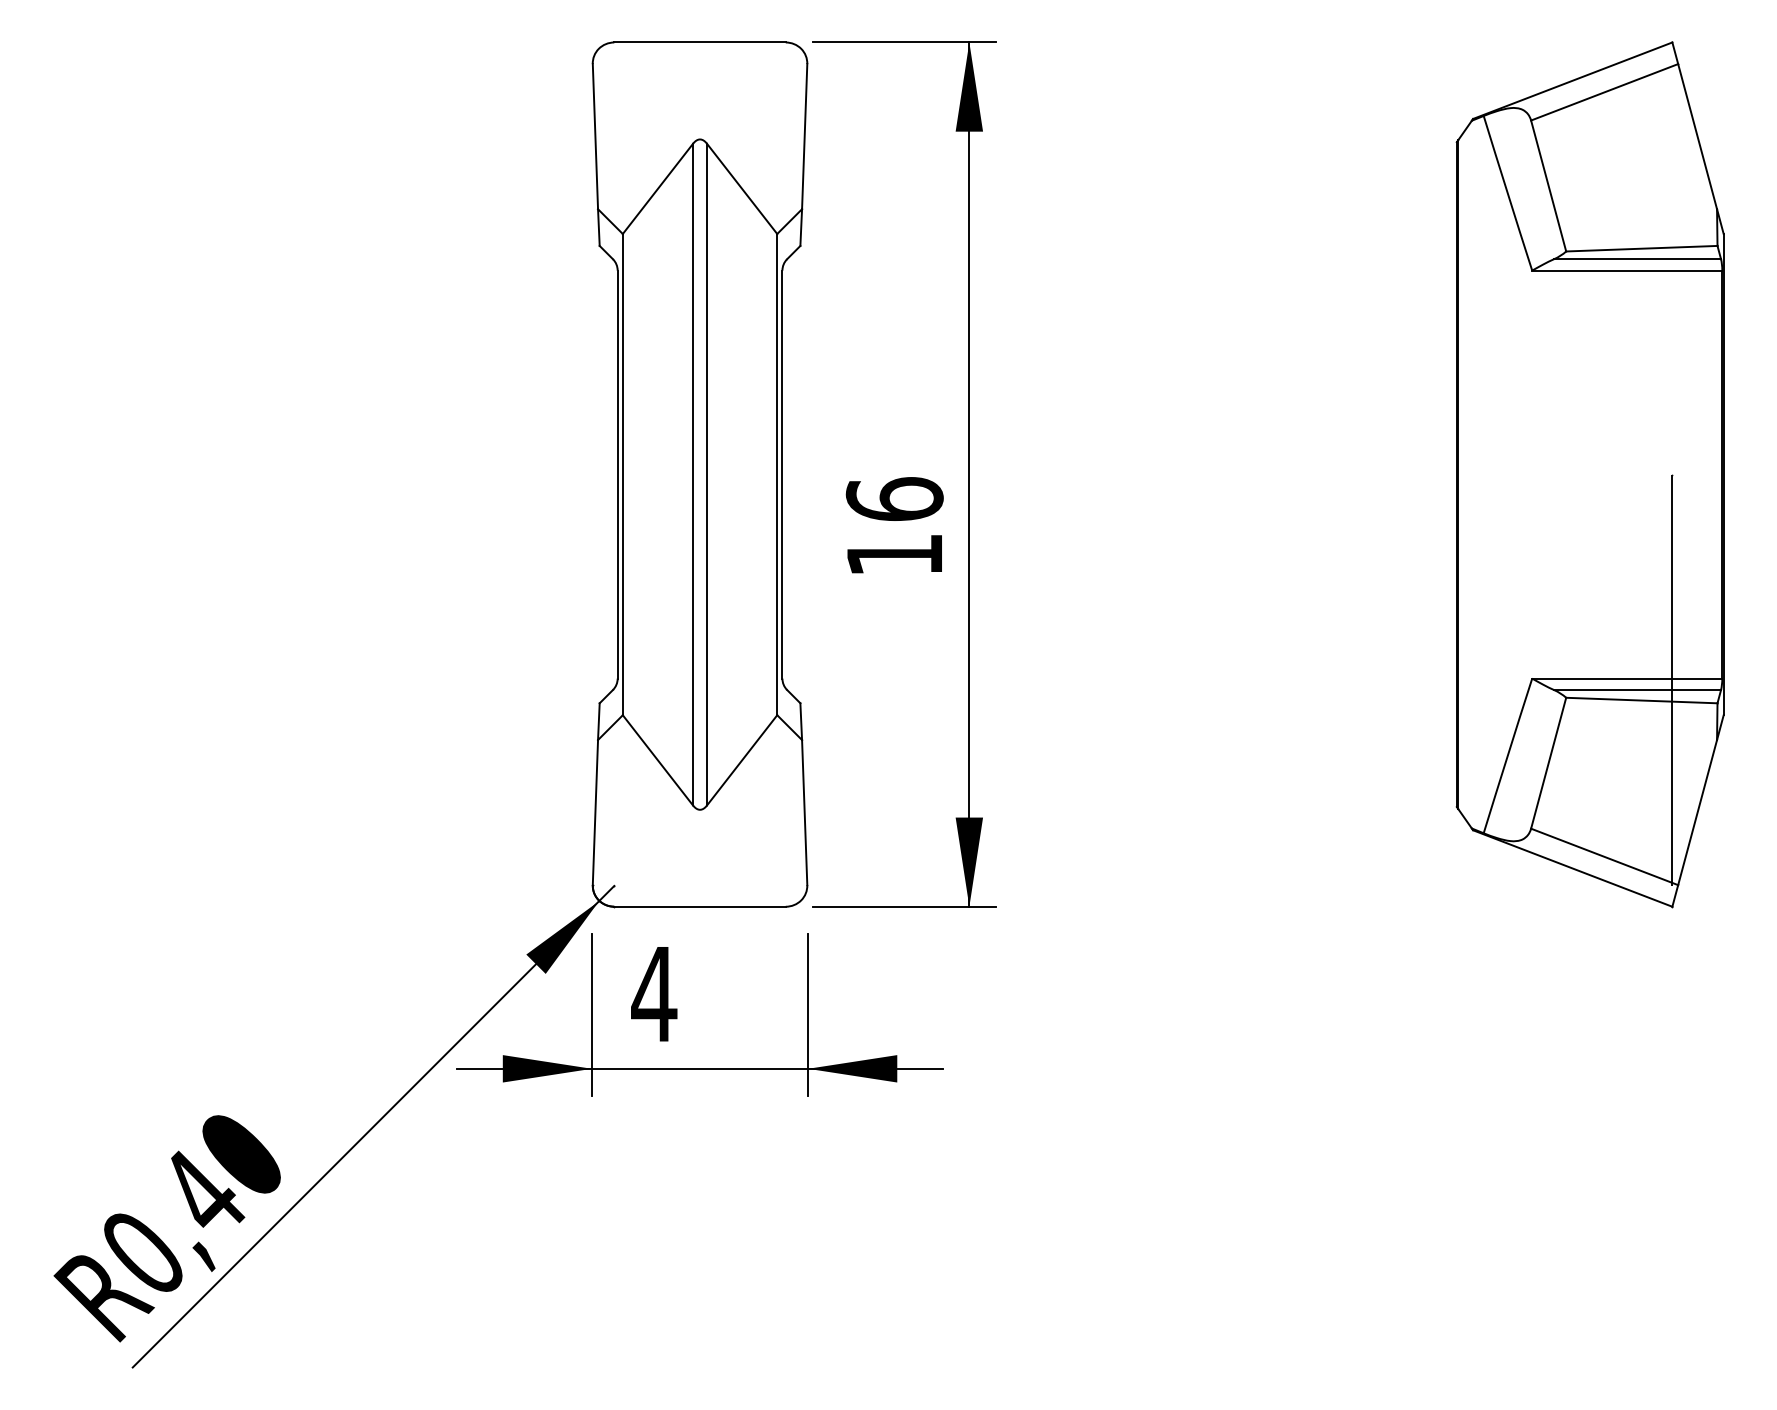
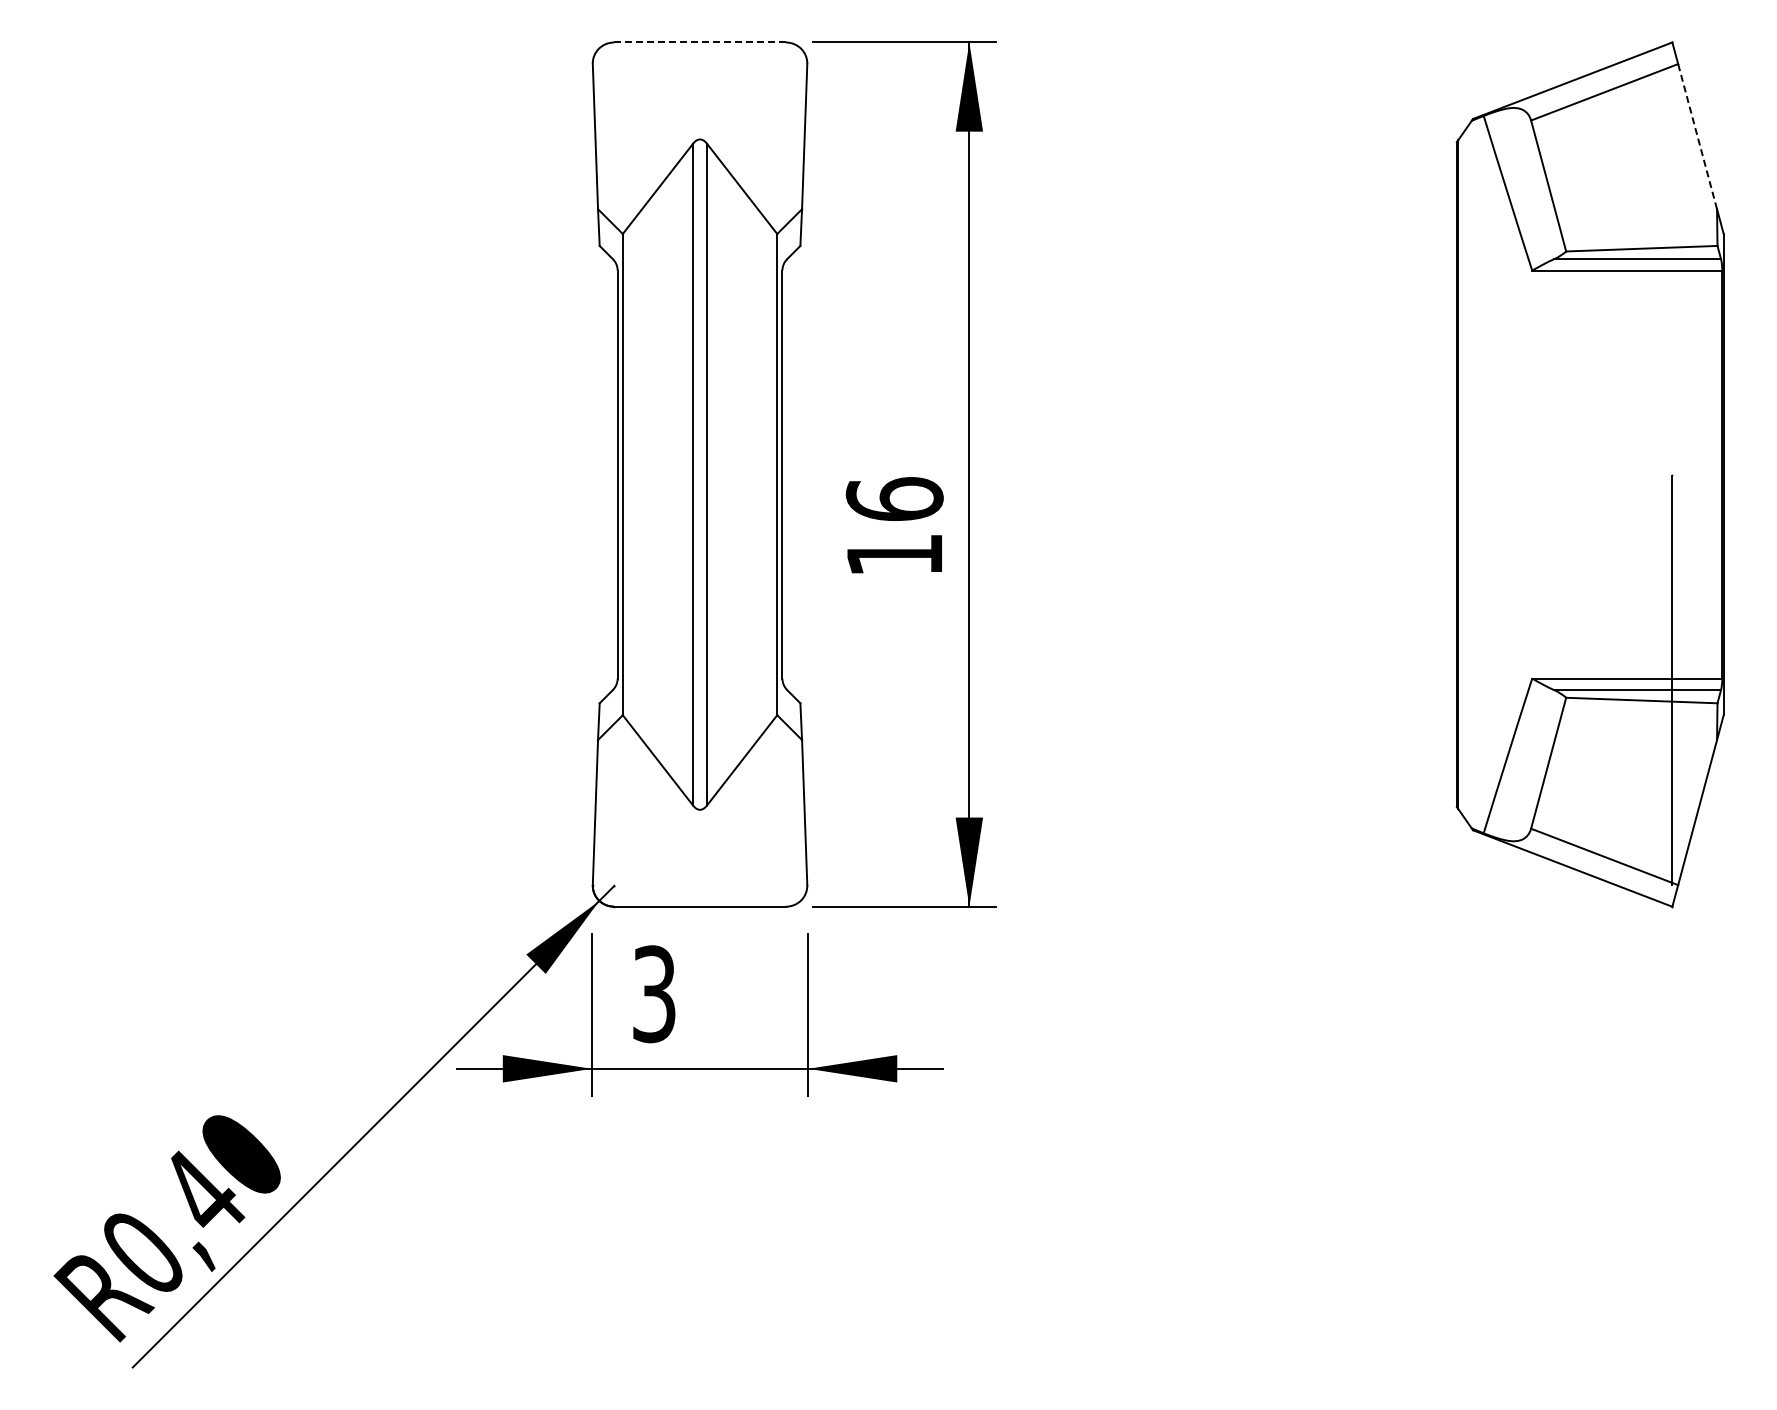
line at (700, 42): solid -> dashed
line at (1697, 136): solid -> dashed
text at (654, 994): 4 -> 3
